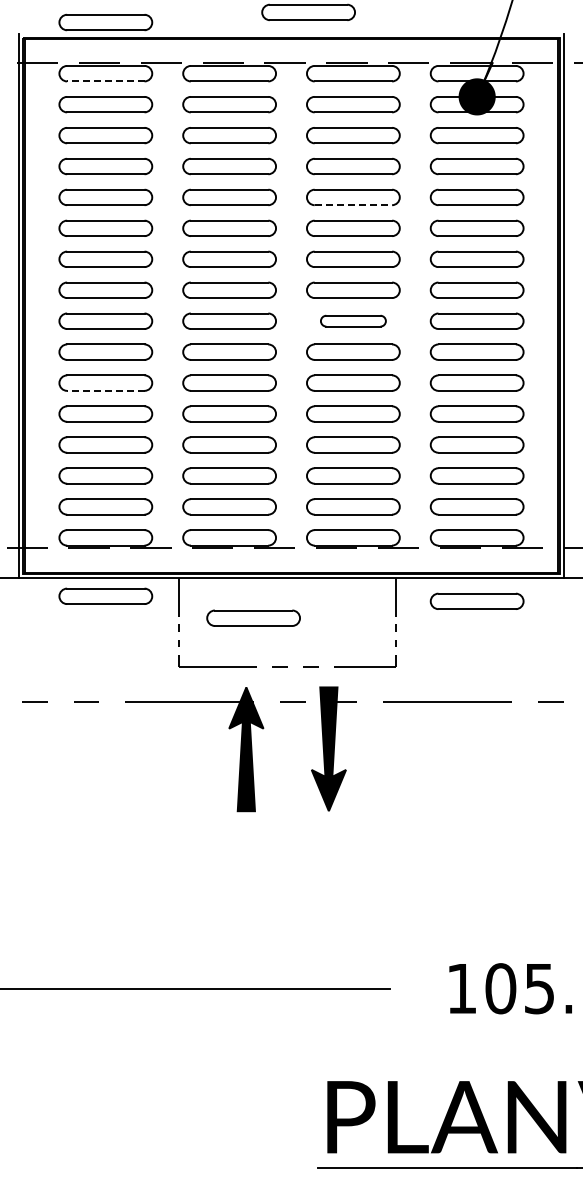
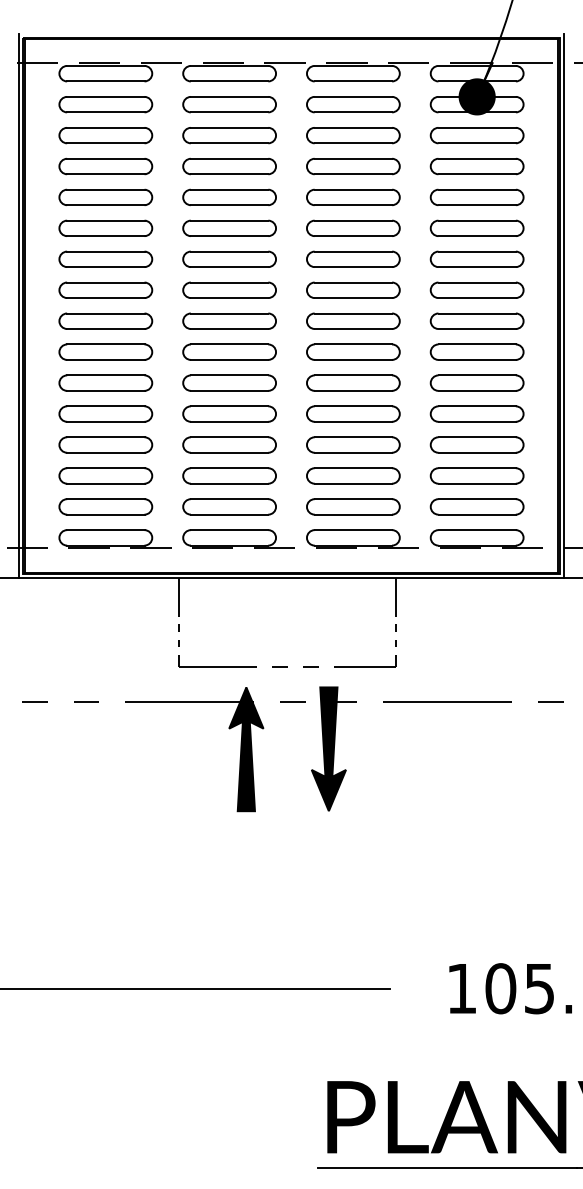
part at (308, 12): present -> none
part at (105, 22): present -> none
line at (105, 81): dashed -> solid
line at (353, 205): dashed -> solid
part at (353, 320) size: 67x14 px -> 95x18 px
line at (105, 390): dashed -> solid
part at (105, 595): present -> none
part at (476, 600): present -> none
part at (253, 617): present -> none
